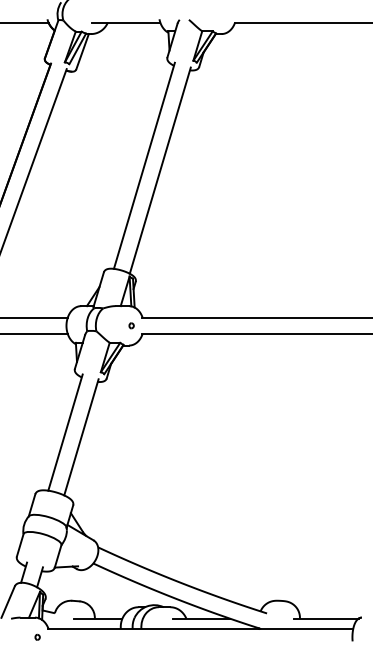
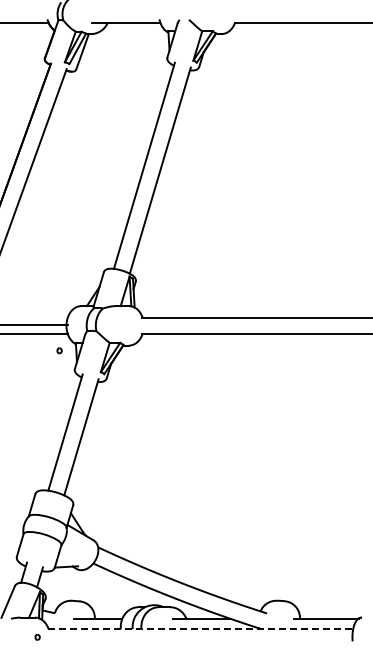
line at (34, 317) position: (34, 317) -> (34, 324)
part at (131, 325) position: (131, 325) -> (59, 350)
line at (200, 629): solid -> dashed
